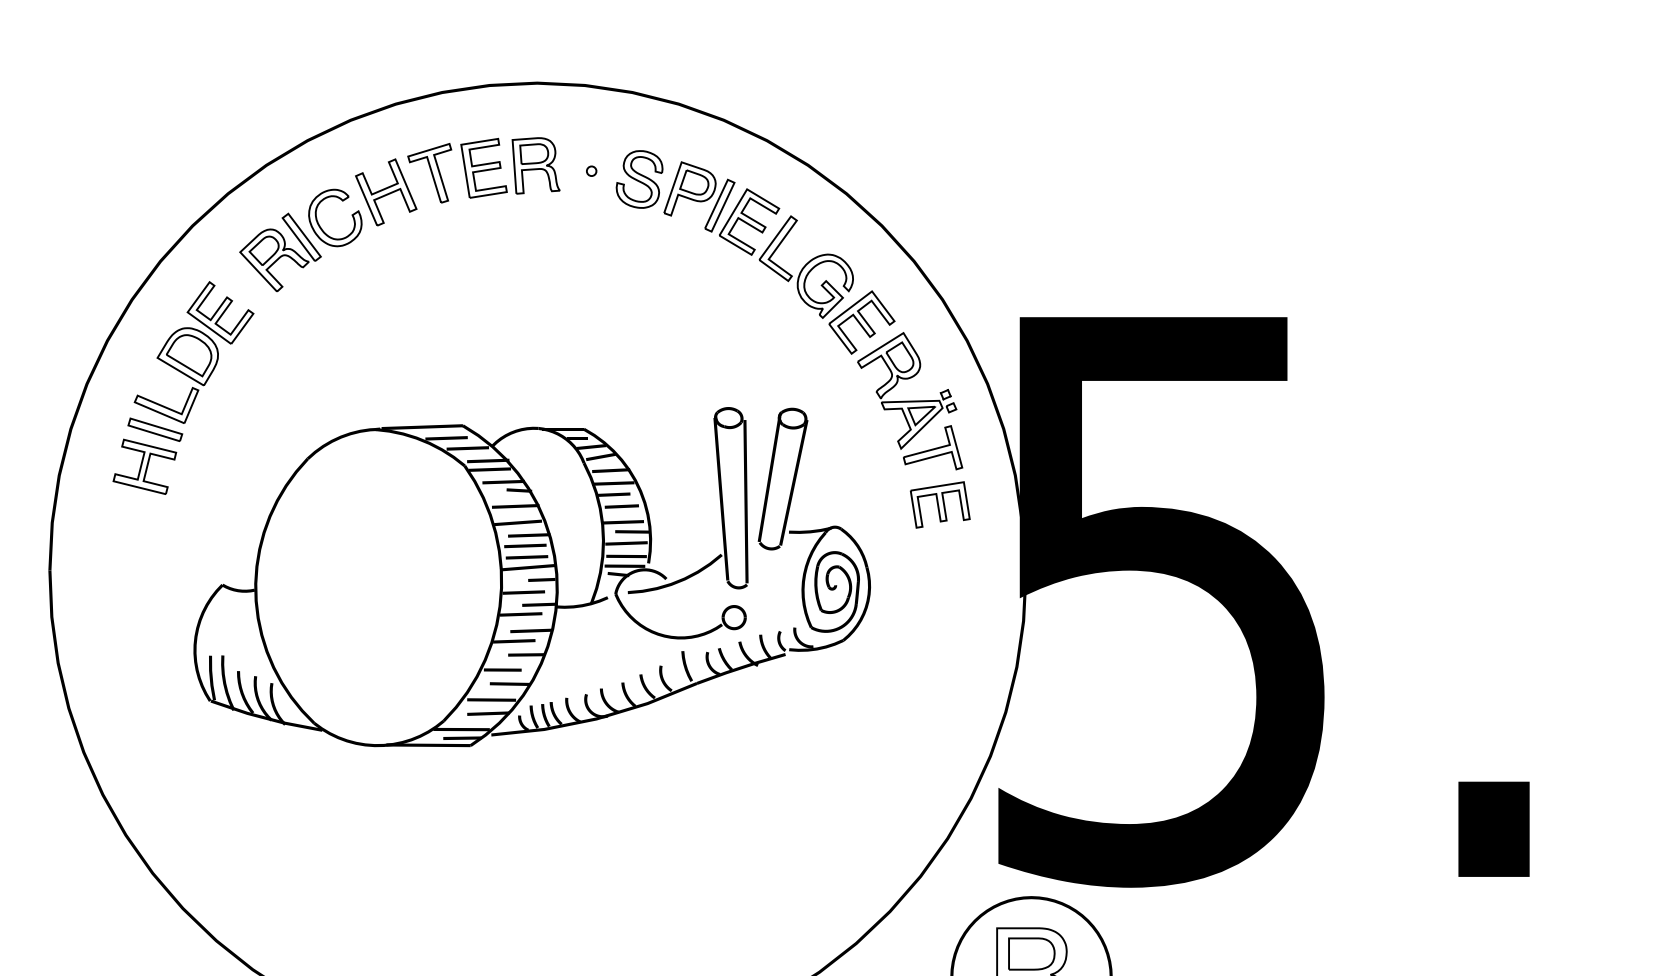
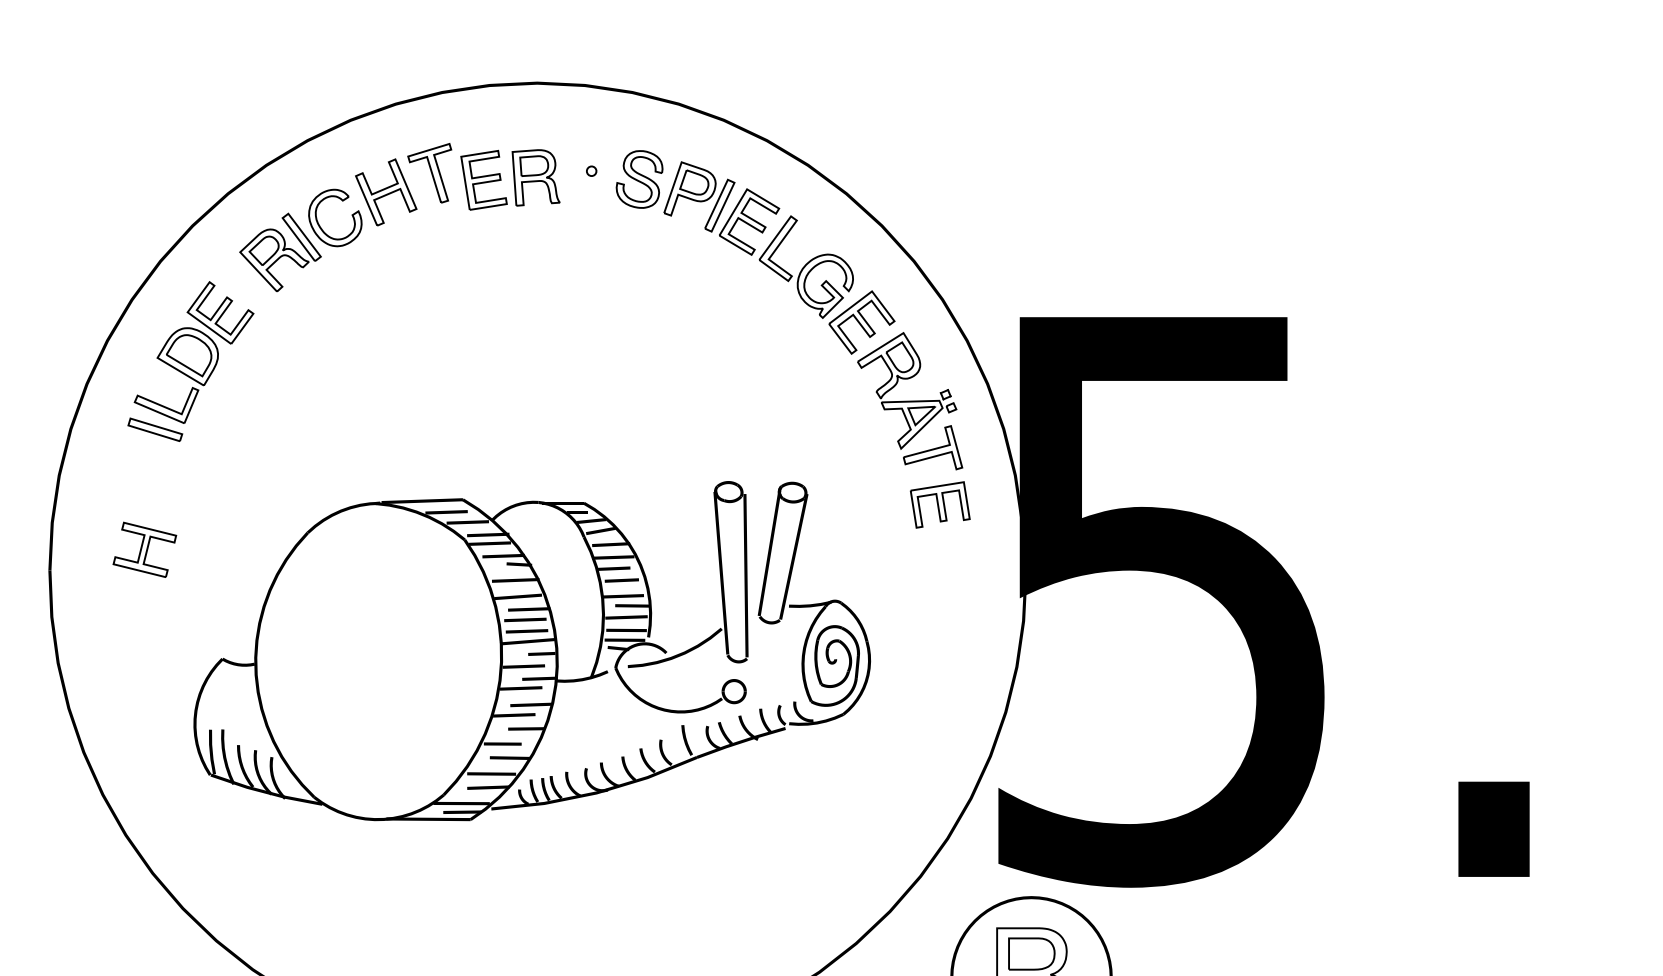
part at (510, 167) position: (510, 167) -> (510, 179)
part at (144, 466) position: (144, 466) -> (144, 549)
part at (531, 577) position: (531, 577) -> (531, 651)
